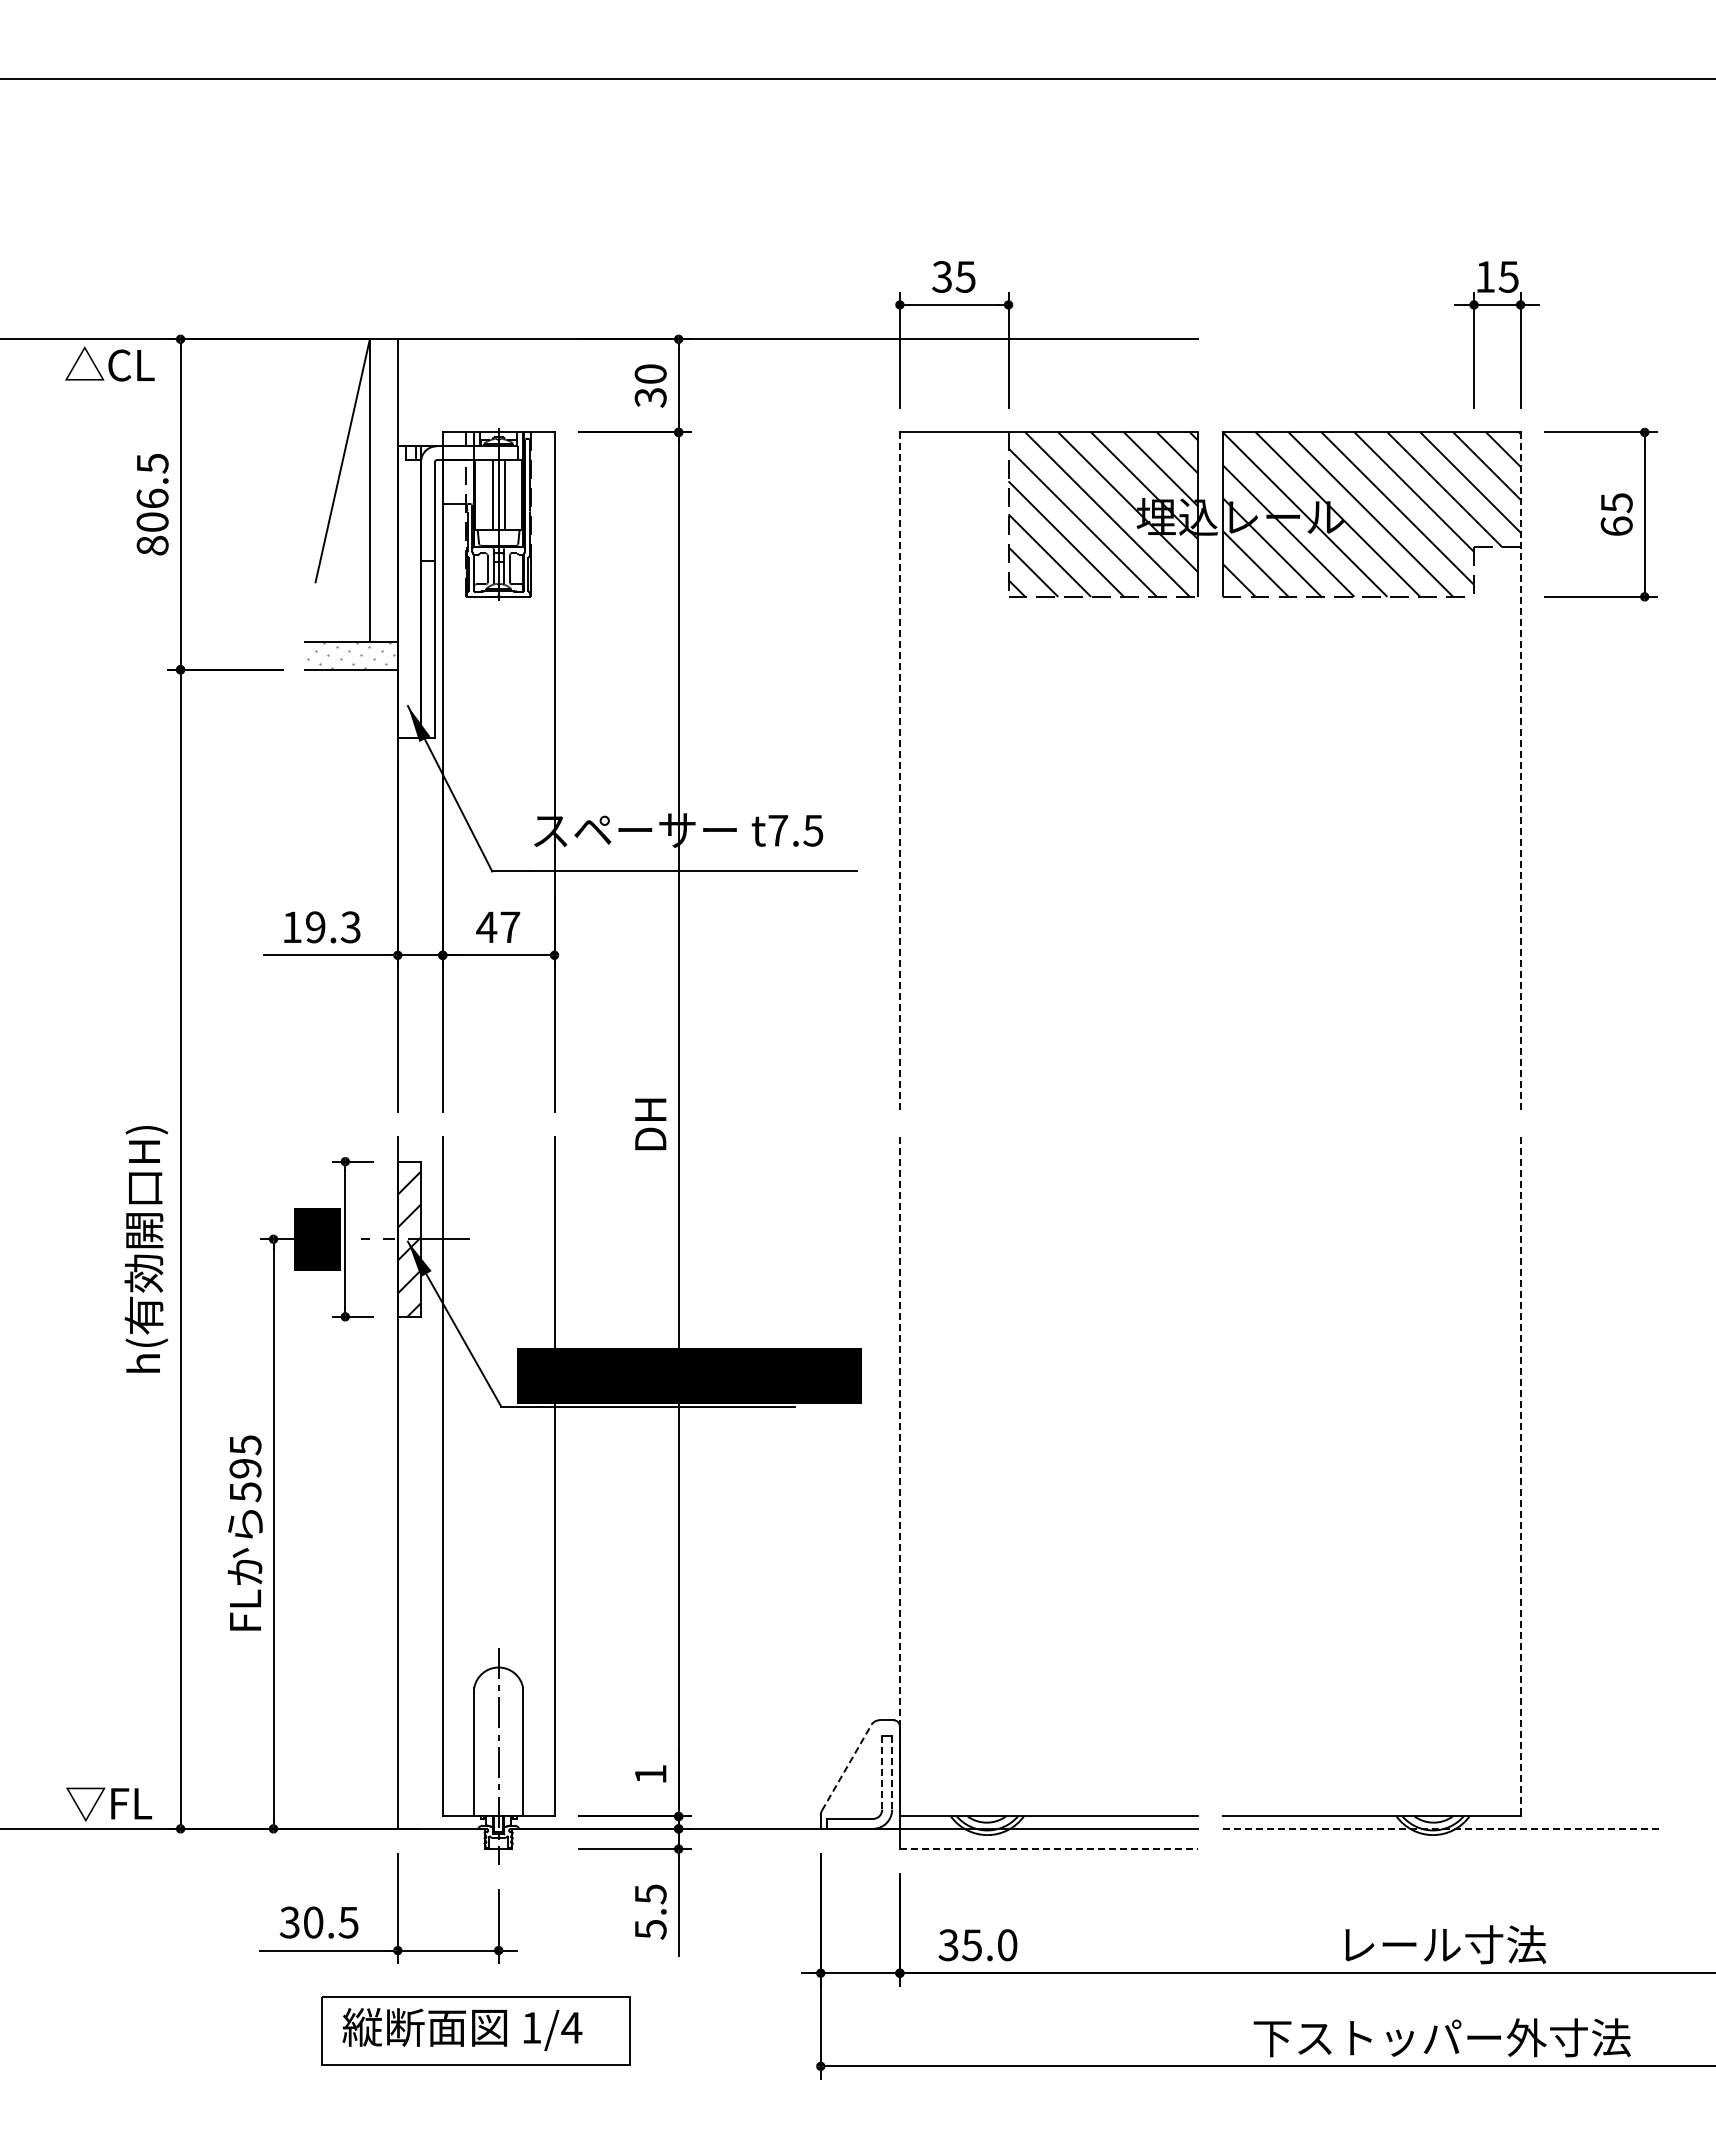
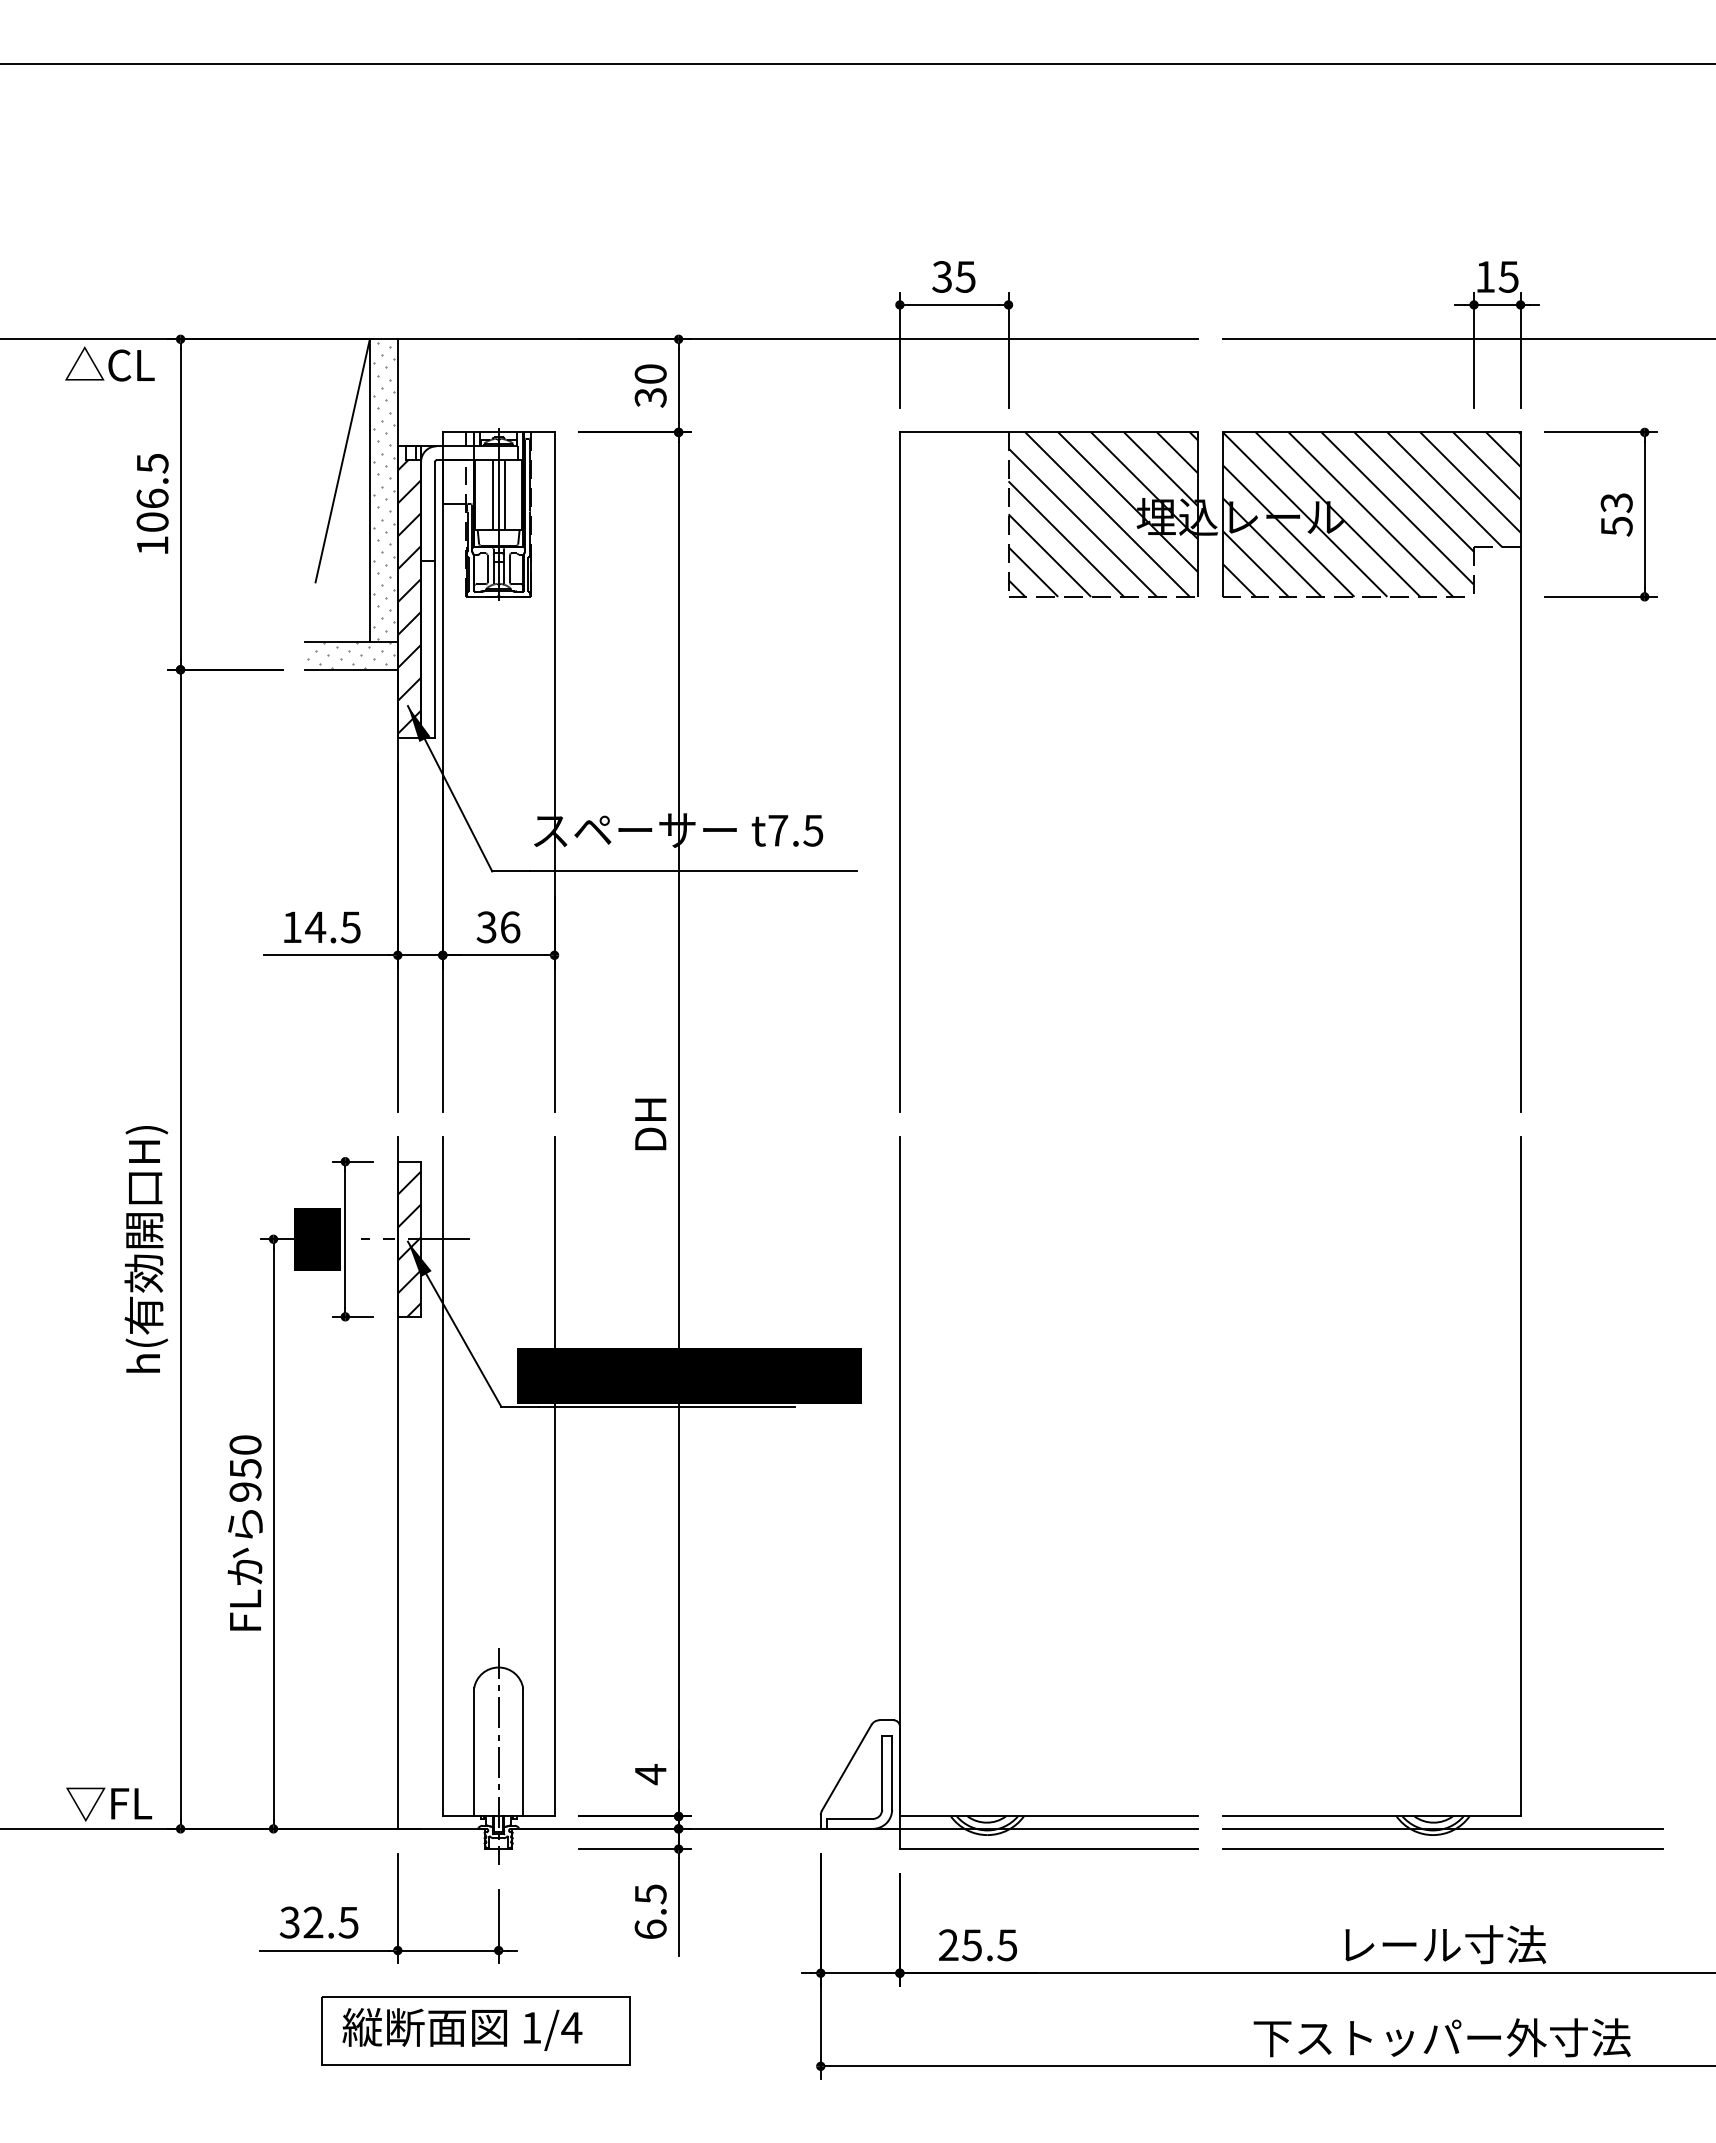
line at (857, 79) position: (857, 79) -> (857, 64)
line at (1467, 339): none -> present
hatch at (383, 490): none -> present
text at (1616, 514): 65 -> 53
text at (152, 545): 806.5 -> 106.5
hatch at (409, 596): none -> present
line at (899, 772): dashed -> solid
line at (1520, 772): dashed -> solid
text at (332, 927): 19.3 -> 14.5
text at (498, 927): 47 -> 36
text at (245, 1468): 595 -> 950
line at (899, 1476): dashed -> solid
line at (1520, 1476): dashed -> solid
line at (847, 1767): dashed -> solid
line at (882, 1772): dashed -> solid
line at (892, 1772): dashed -> solid
text at (650, 1774): 1 -> 4
line at (1443, 1828): dashed -> solid
line at (1048, 1849): dashed -> solid
line at (1442, 1849): none -> present
text at (313, 1922): 30.5 -> 32.5
text at (650, 1929): 5.5 -> 6.5
text at (977, 1945): 35.0 -> 25.5
